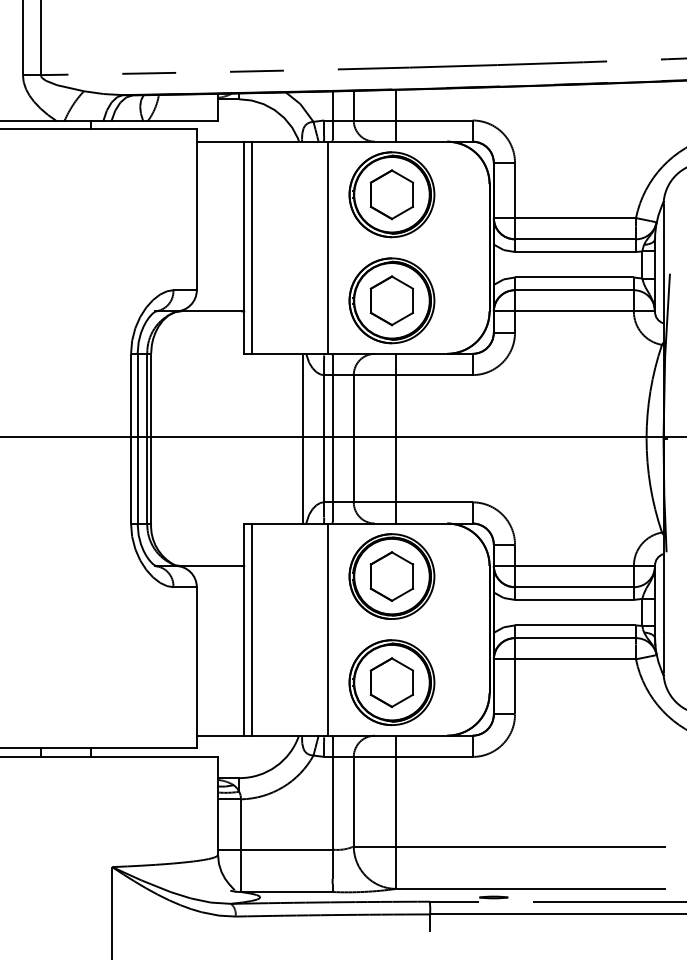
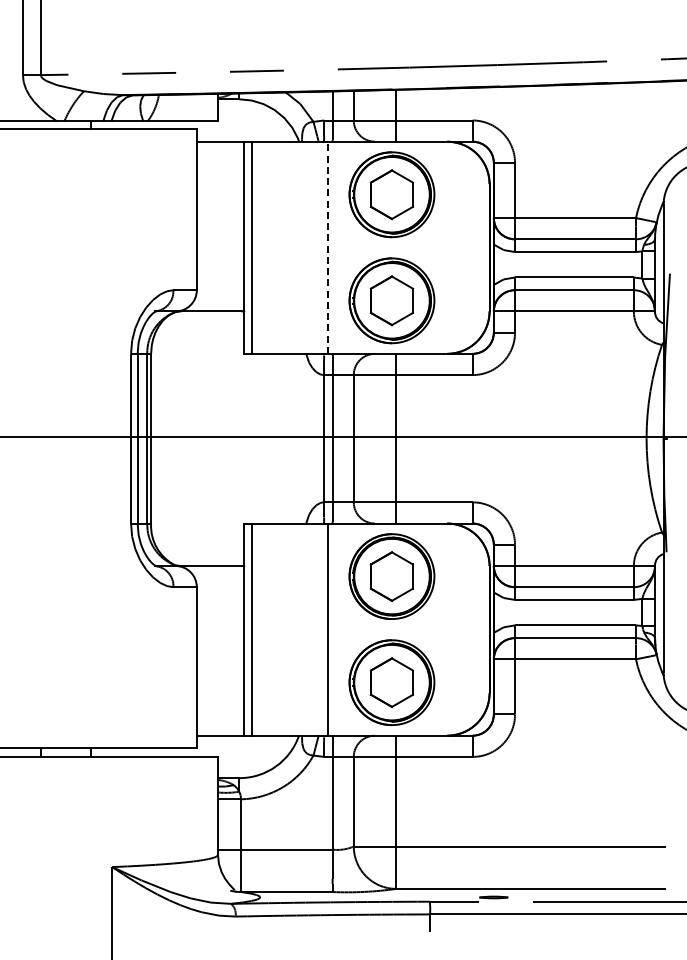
line at (328, 247): solid -> dashed
line at (302, 438): present -> none
